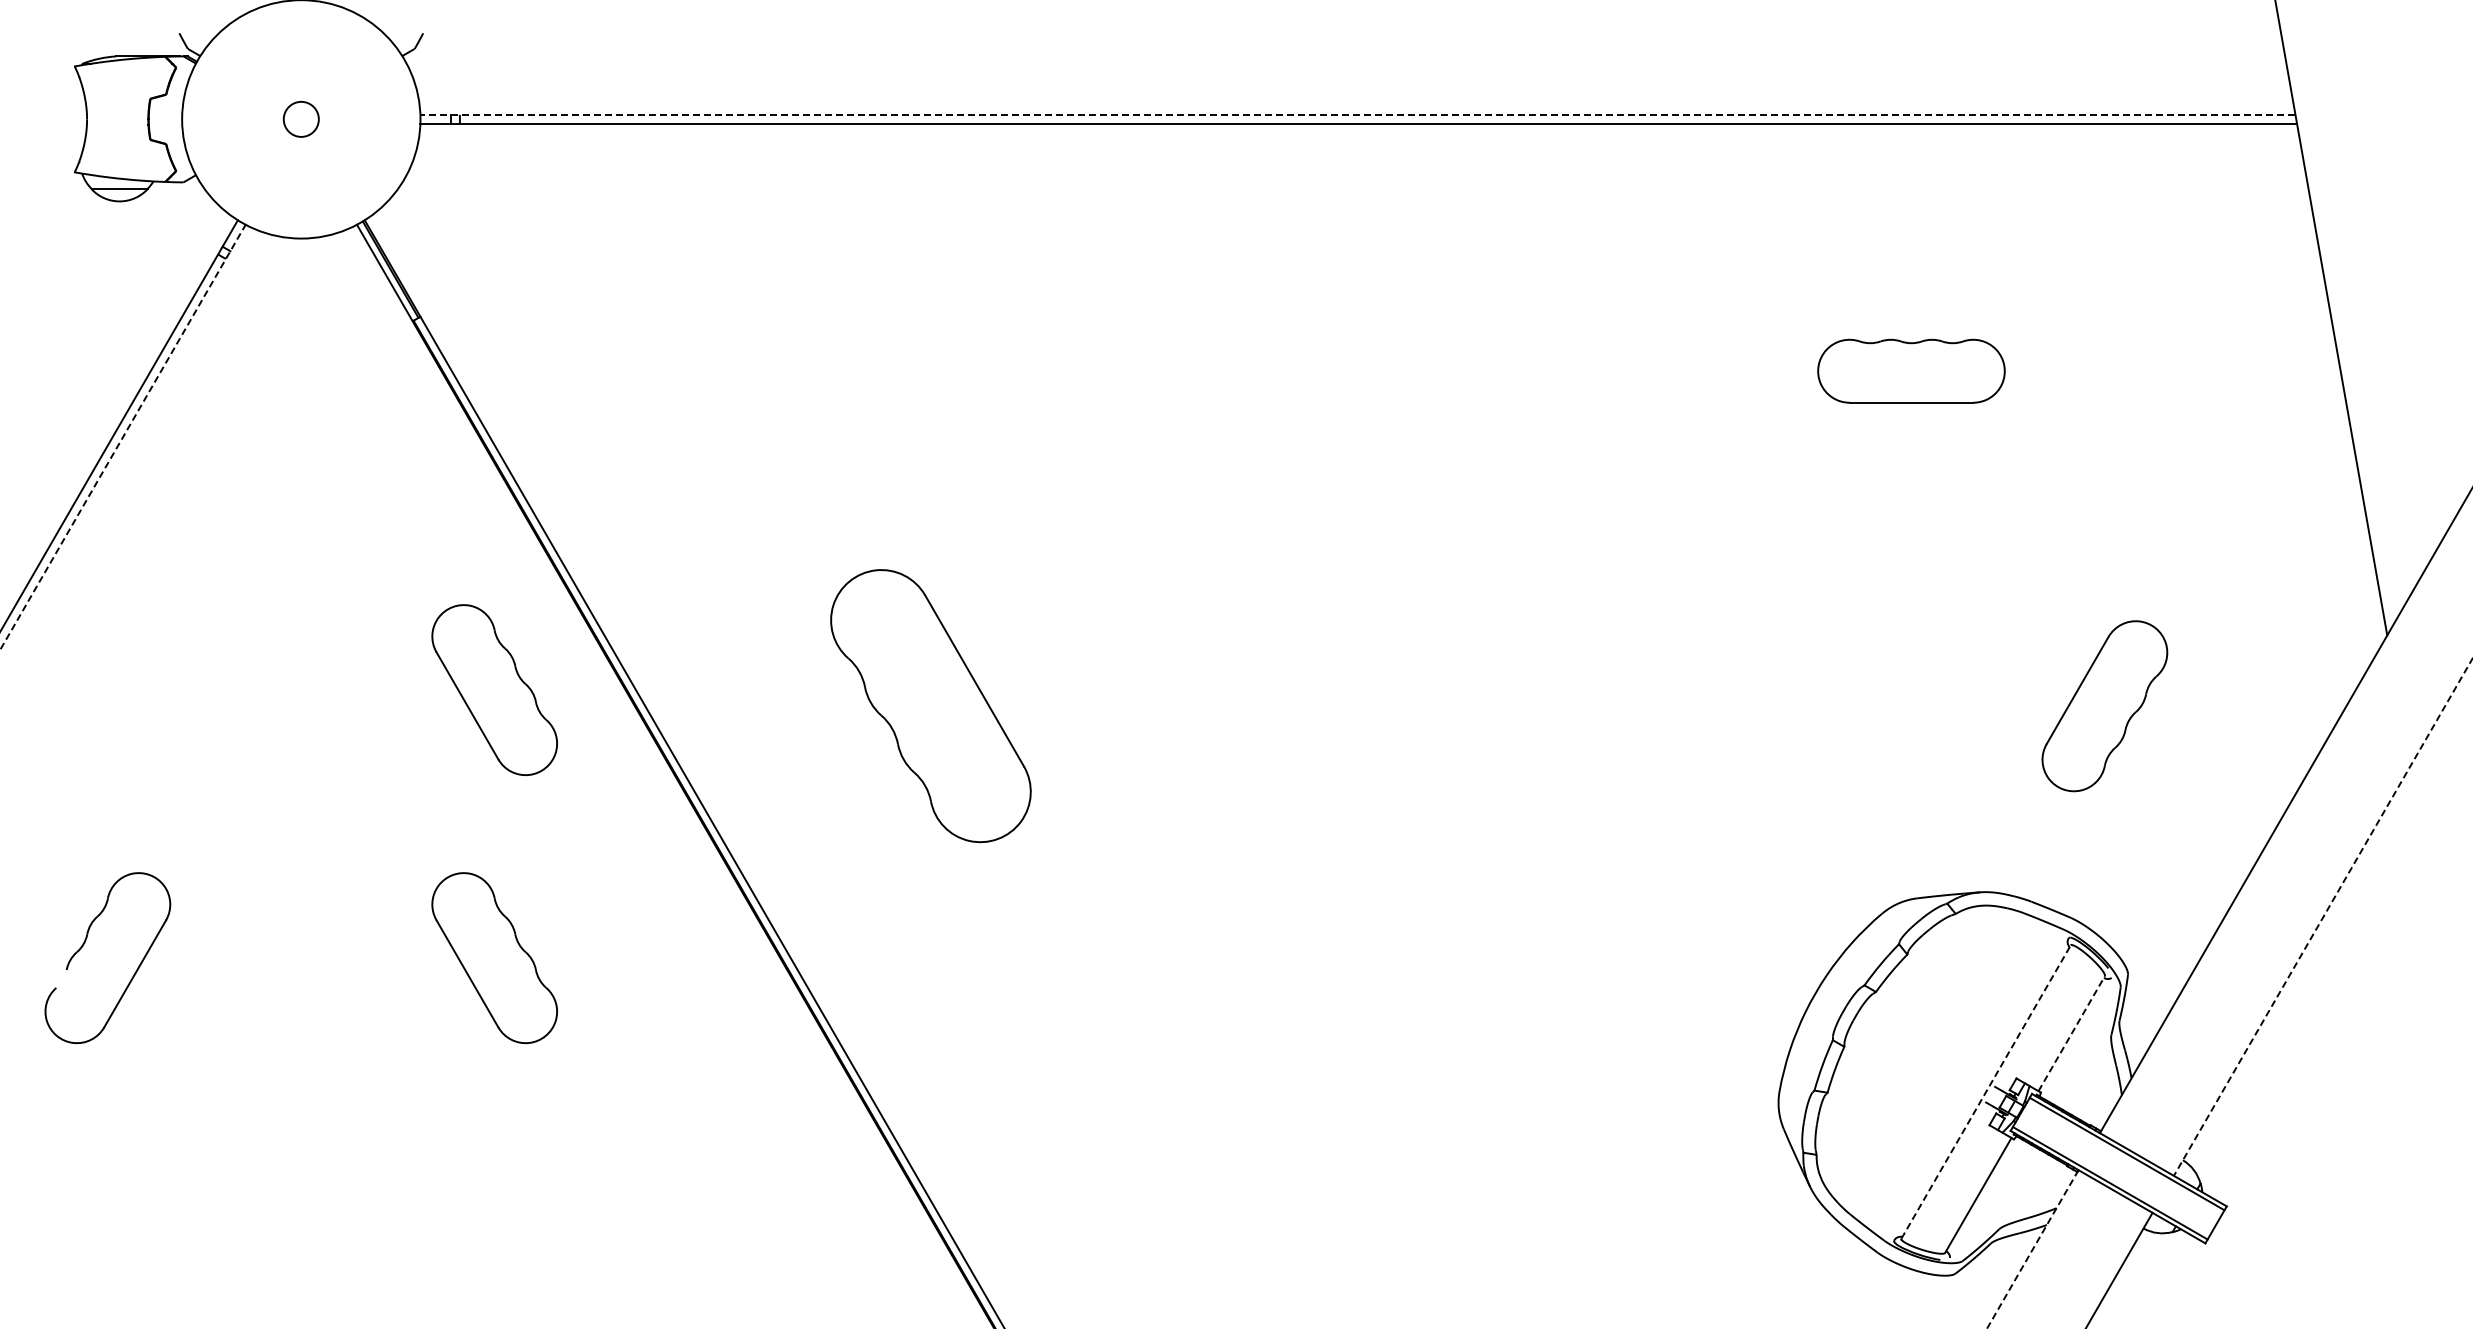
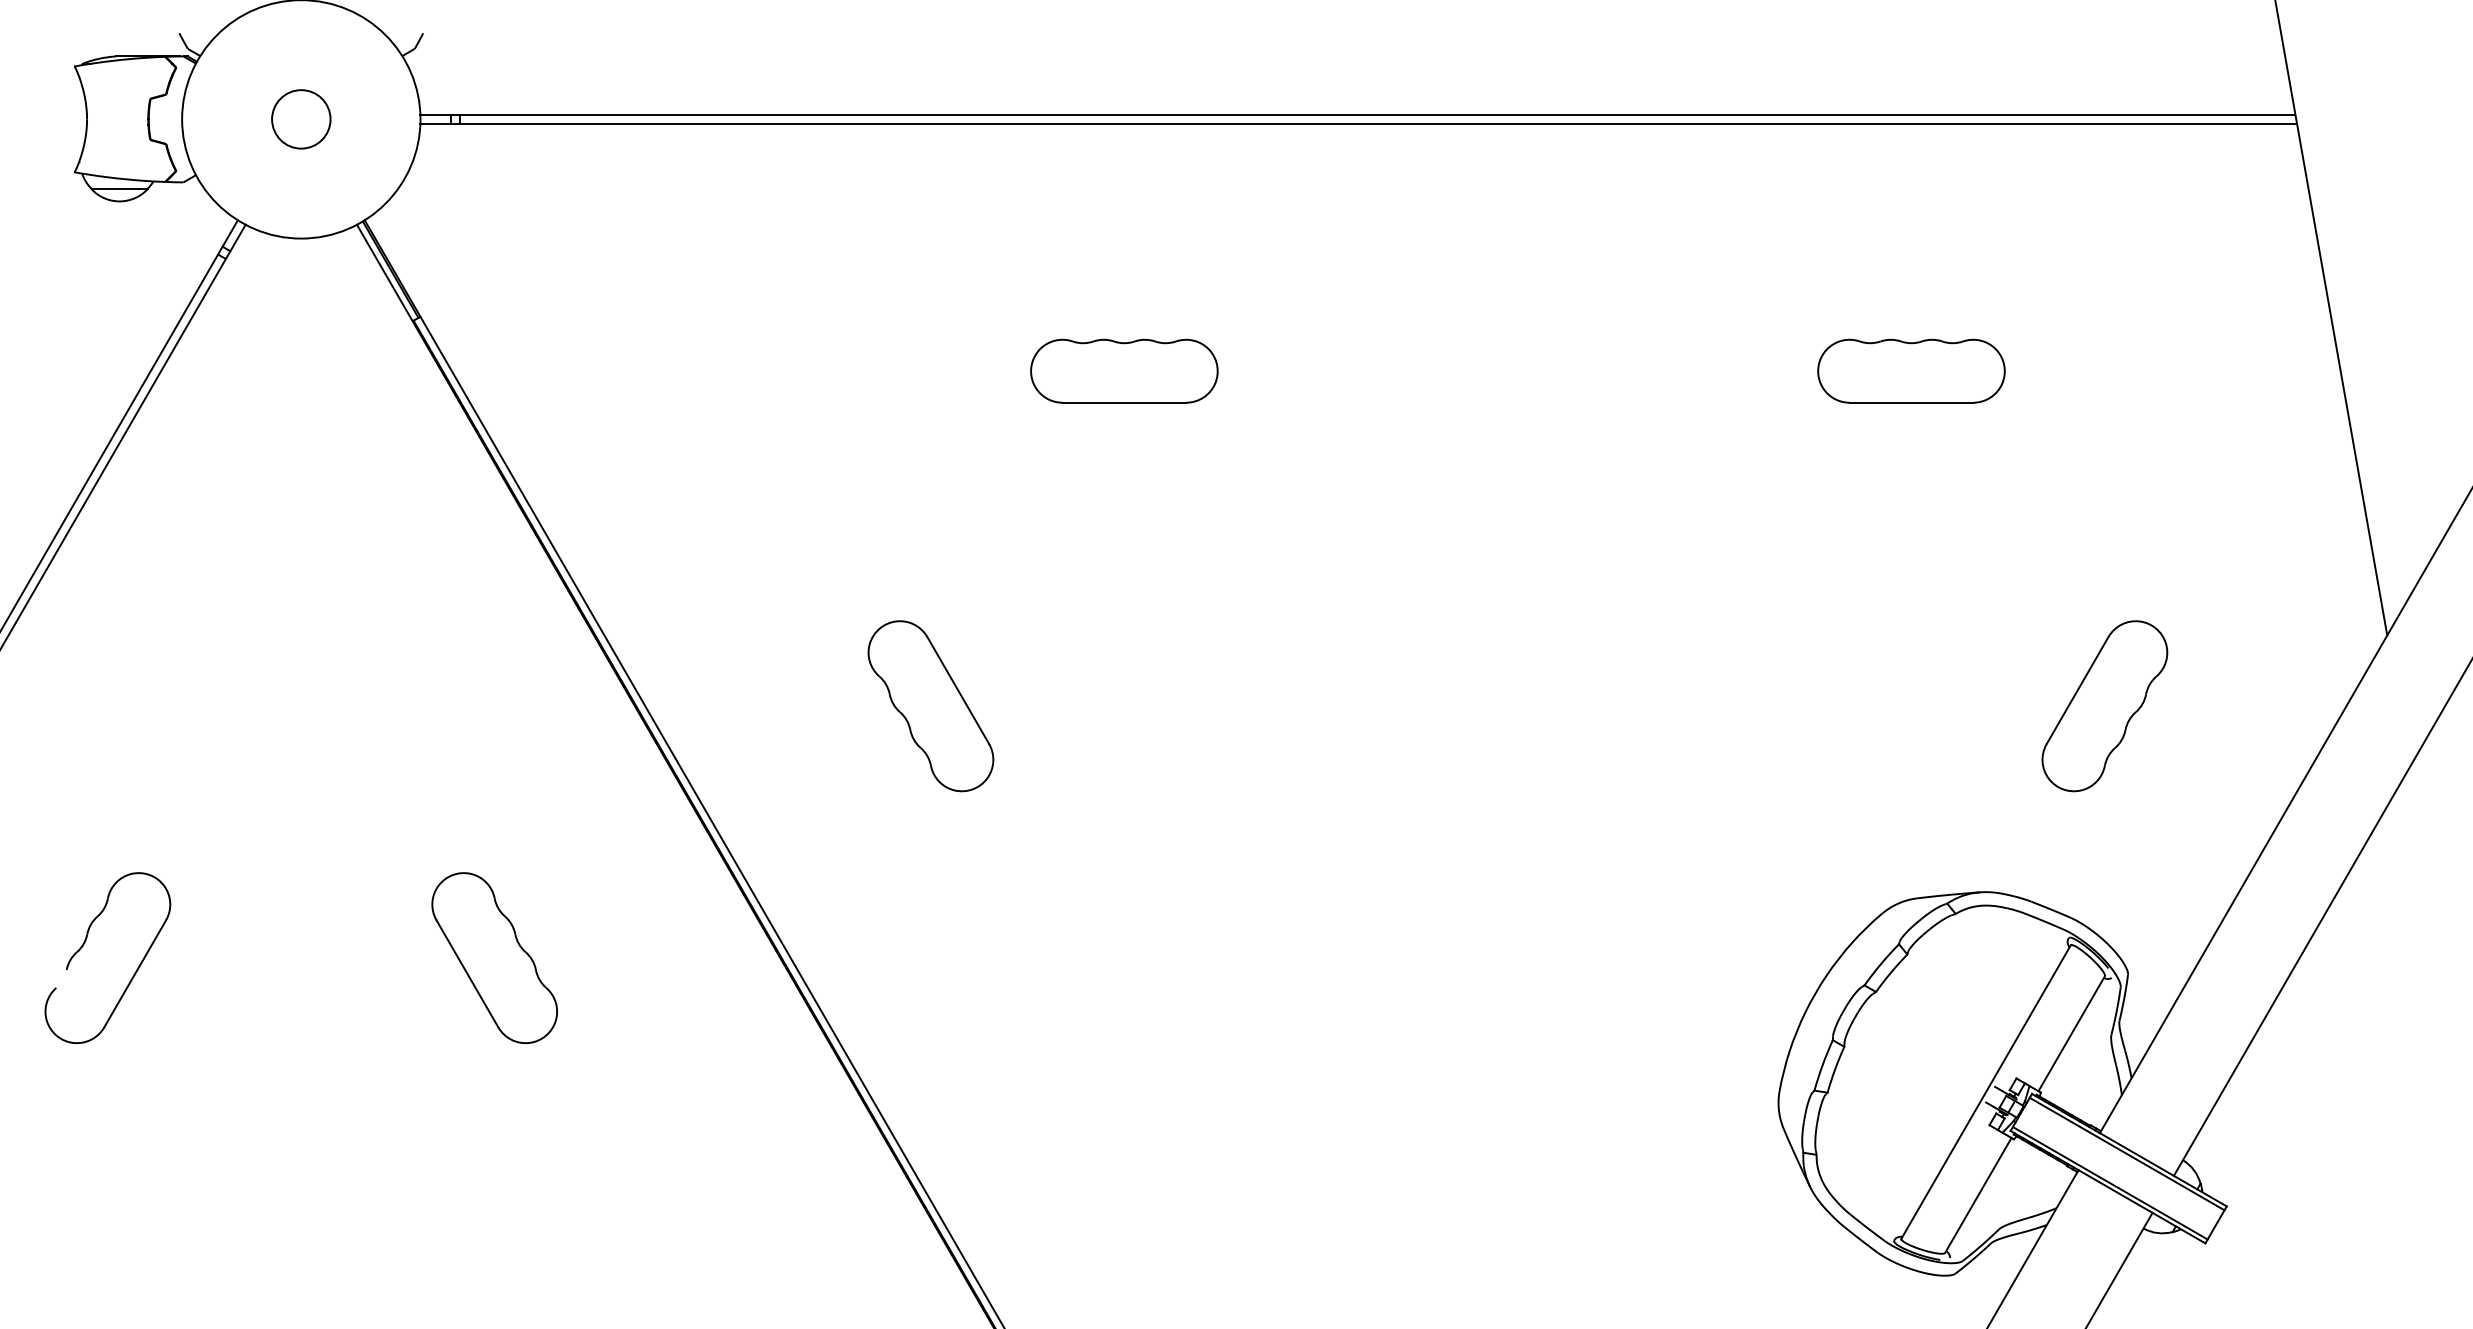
line at (1357, 114): dashed -> solid
circle at (300, 118) diameter: 35 px -> 58 px
part at (1124, 370): none -> present
line at (123, 436): dashed -> solid
part at (494, 690): present -> none
part at (930, 706) size: 202x275 px -> 128x173 px
line at (2323, 917): dashed -> solid
line at (2071, 1033): dashed -> solid
line at (1986, 1091): dashed -> solid
line at (2032, 1249): dashed -> solid
